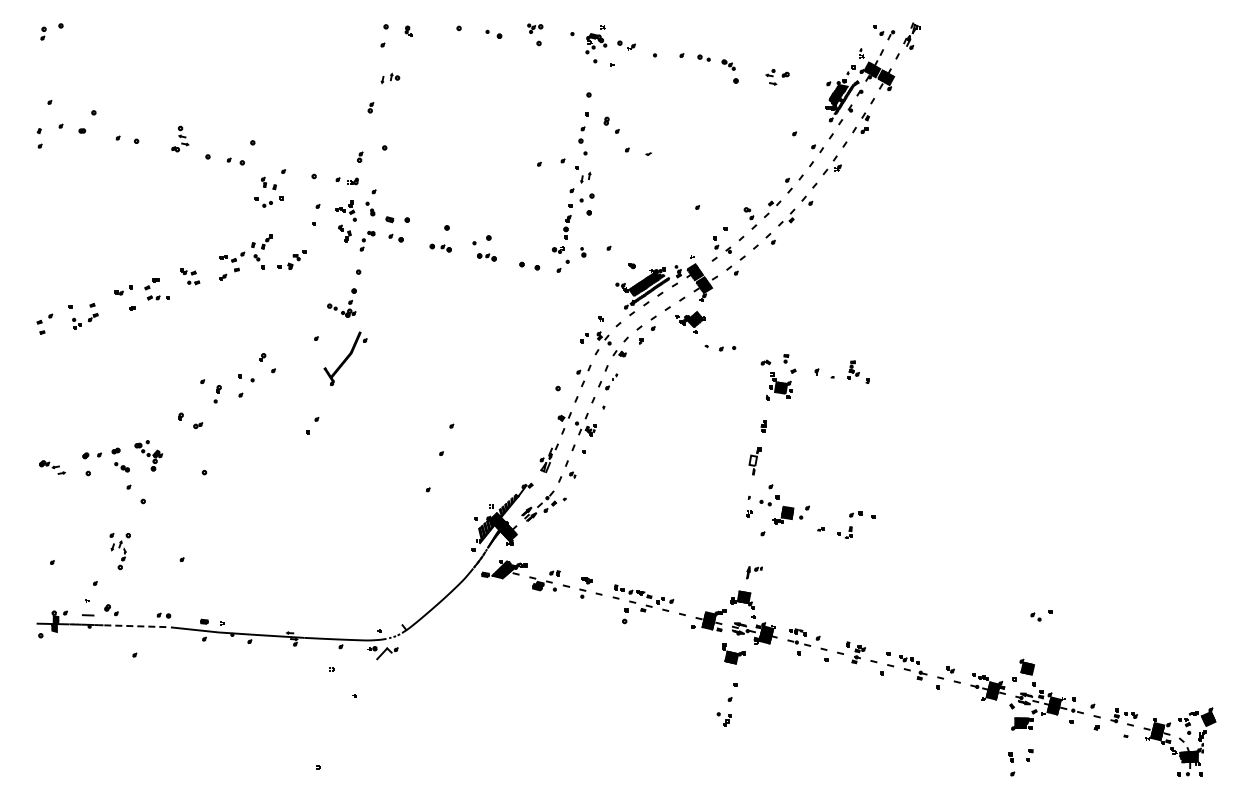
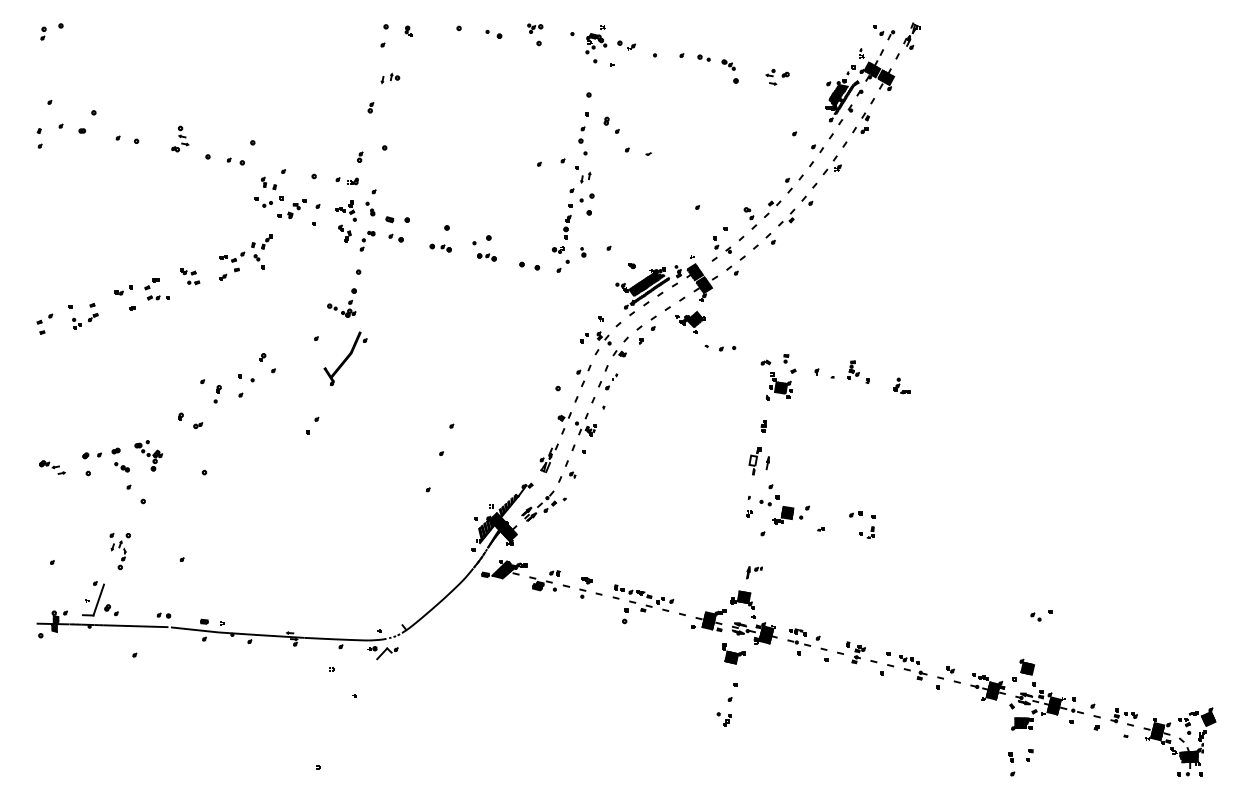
part at (291, 259) position: (291, 259) -> (291, 208)
part at (901, 385): none -> present
part at (767, 463): none -> present
part at (844, 532) position: (844, 532) -> (866, 532)
line at (98, 599): none -> present
line at (135, 626): dashed -> solid
